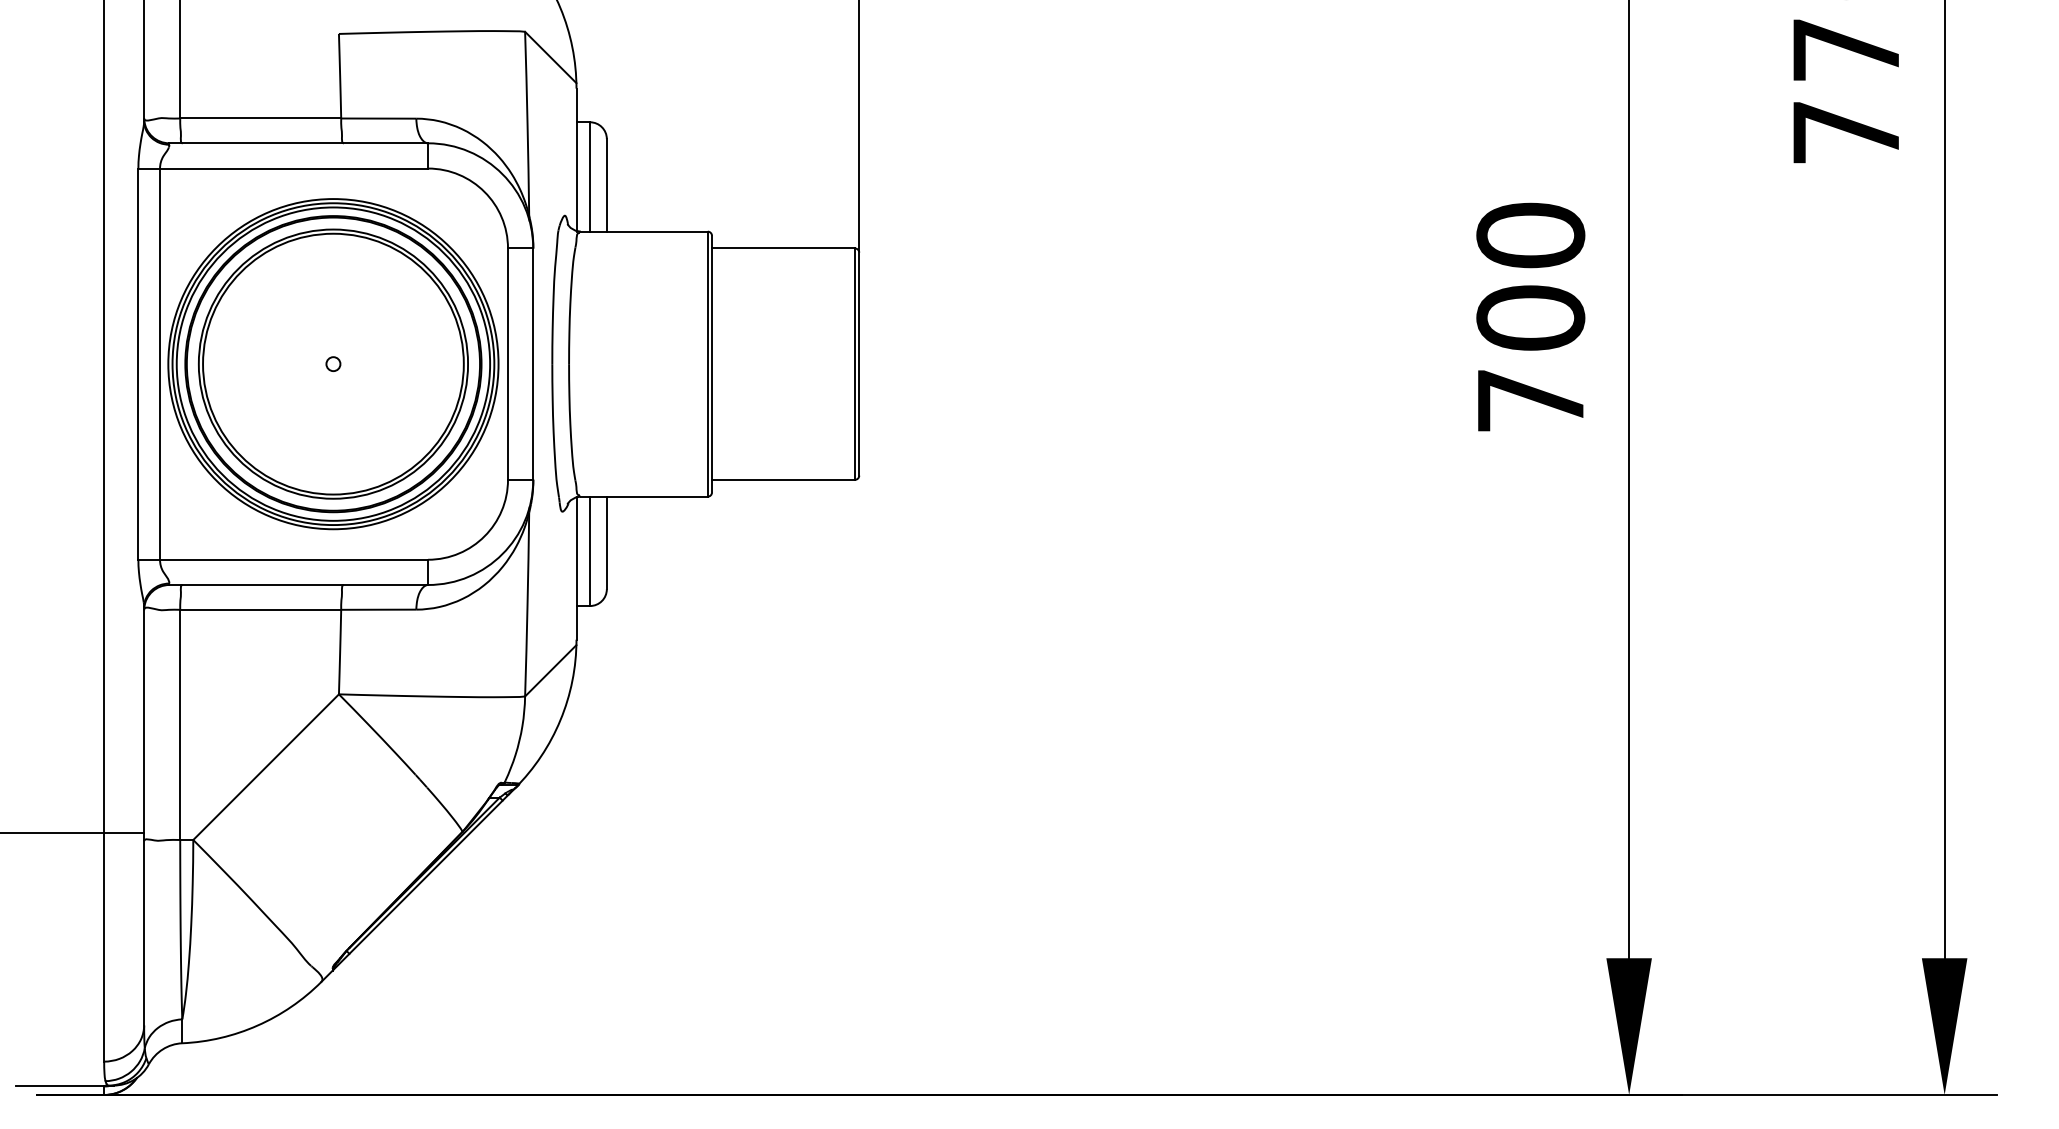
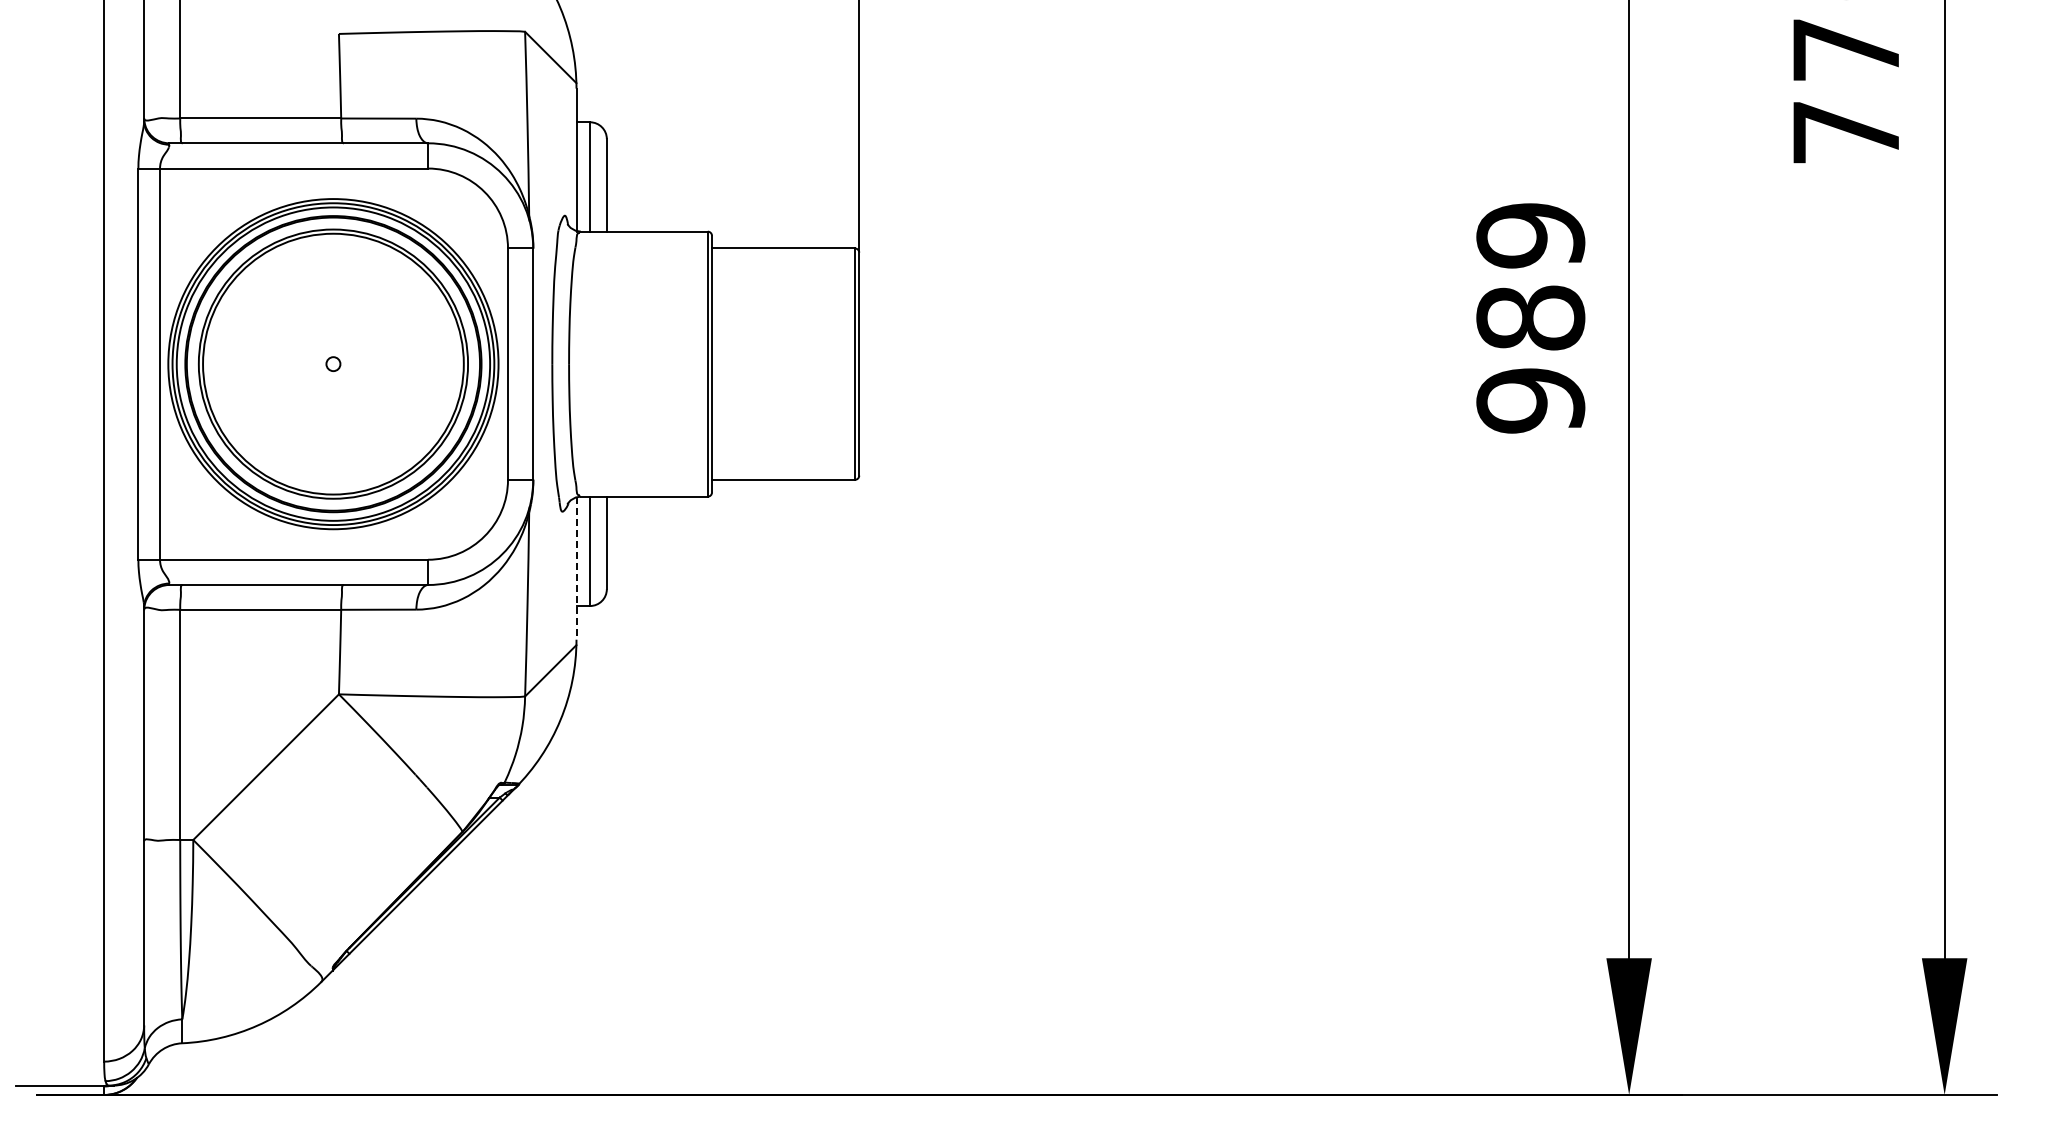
text at (1530, 317): 700 -> 989
line at (576, 568): solid -> dashed
line at (73, 833): present -> none
